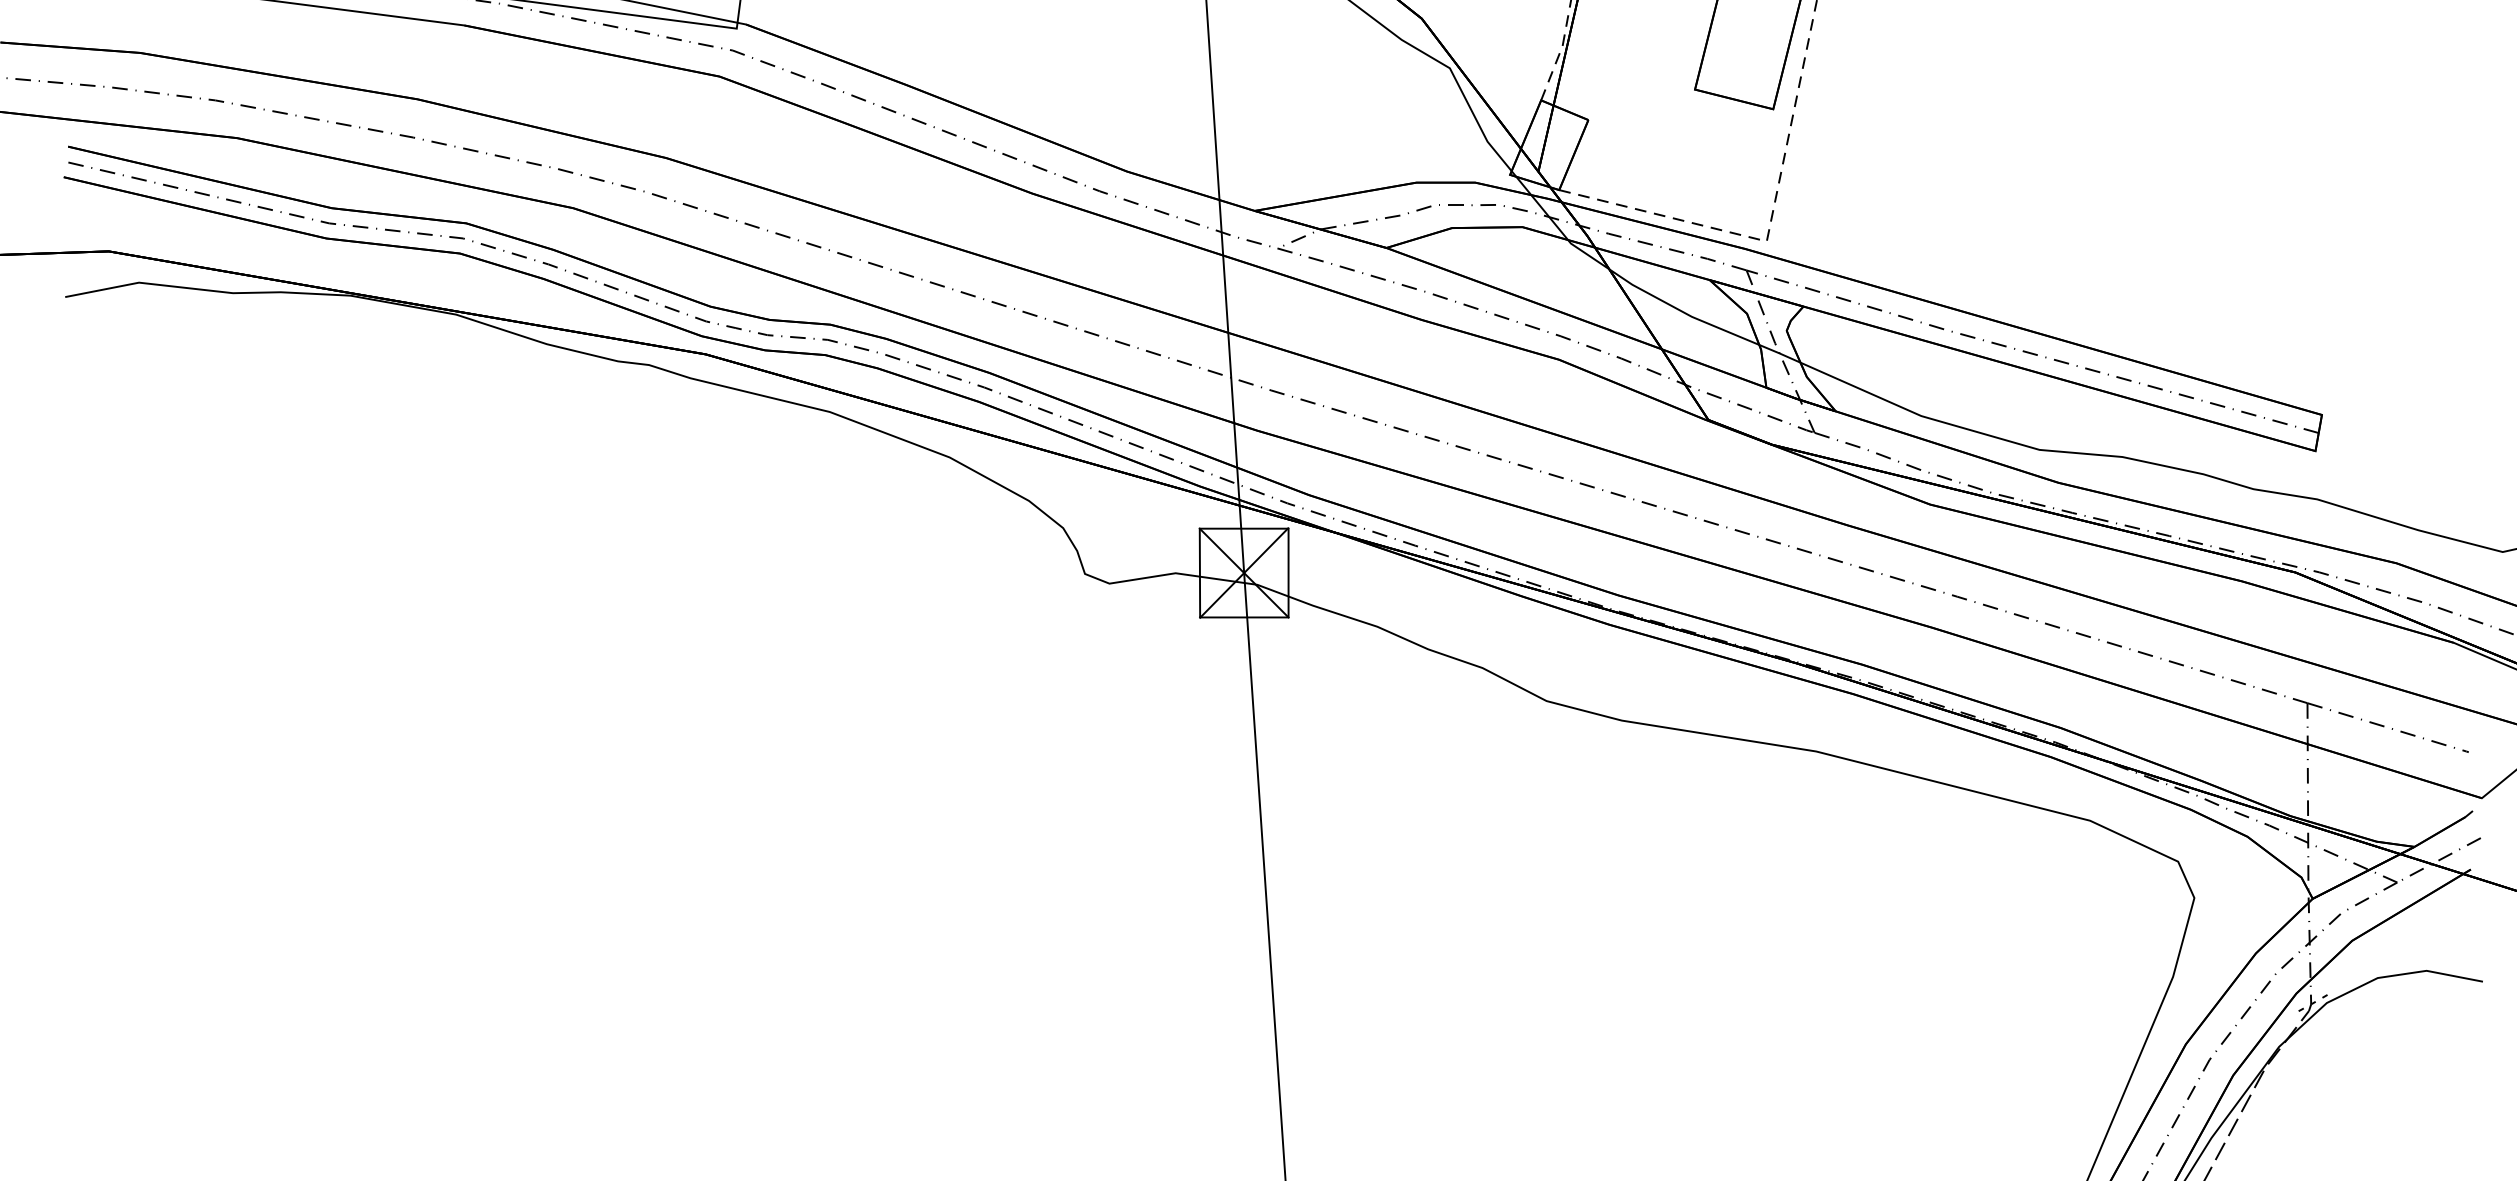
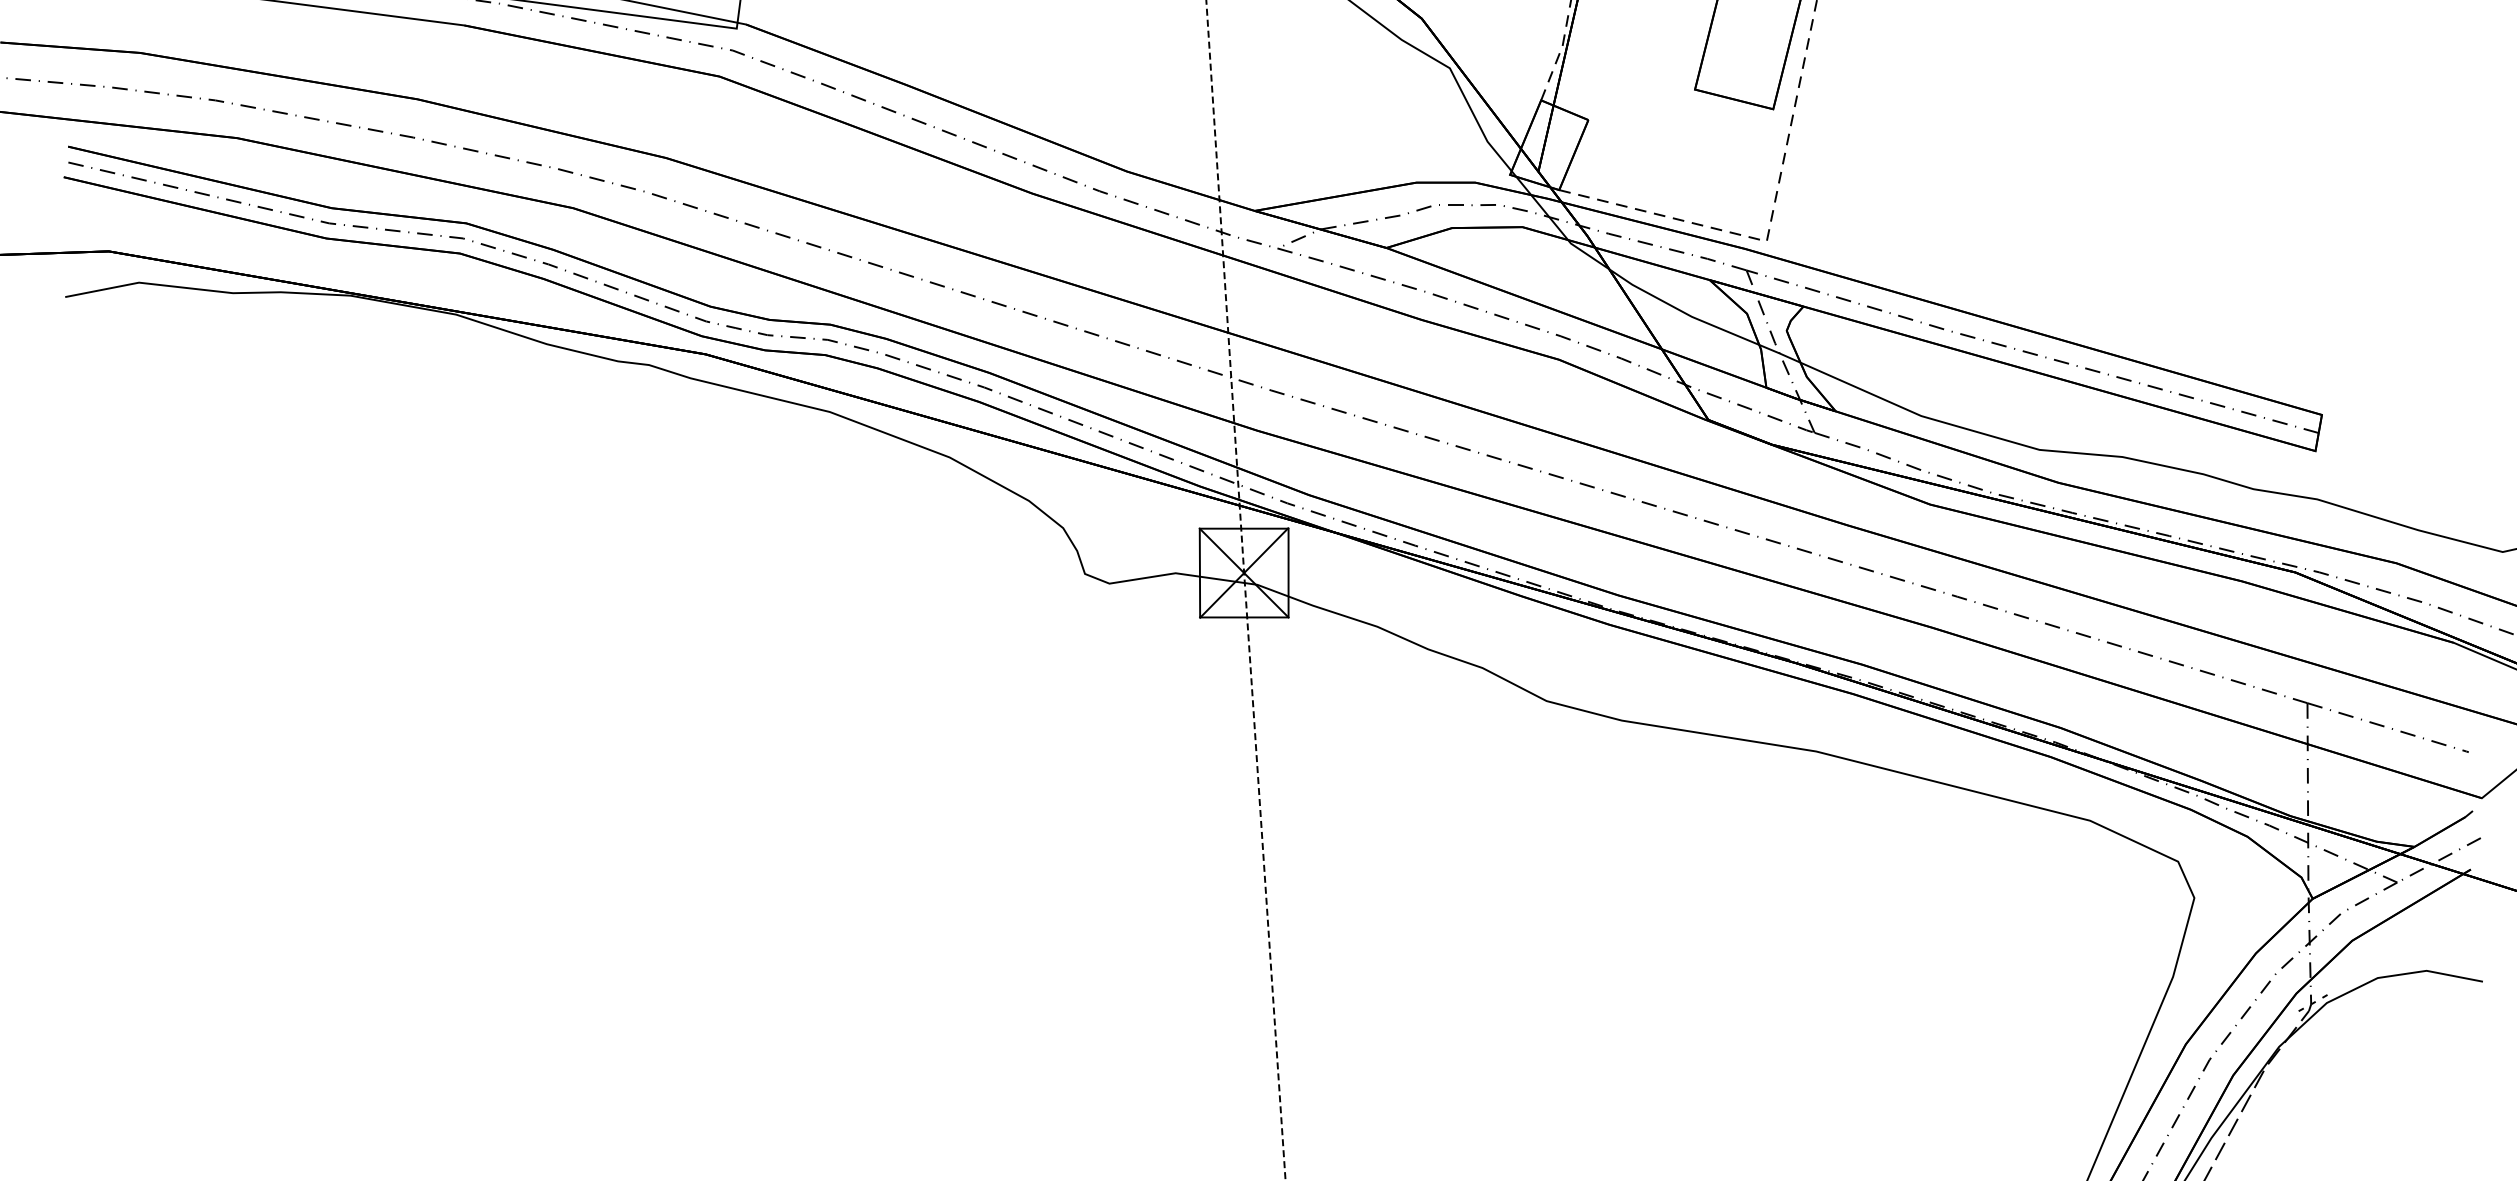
line at (1245, 590): solid -> dashed
